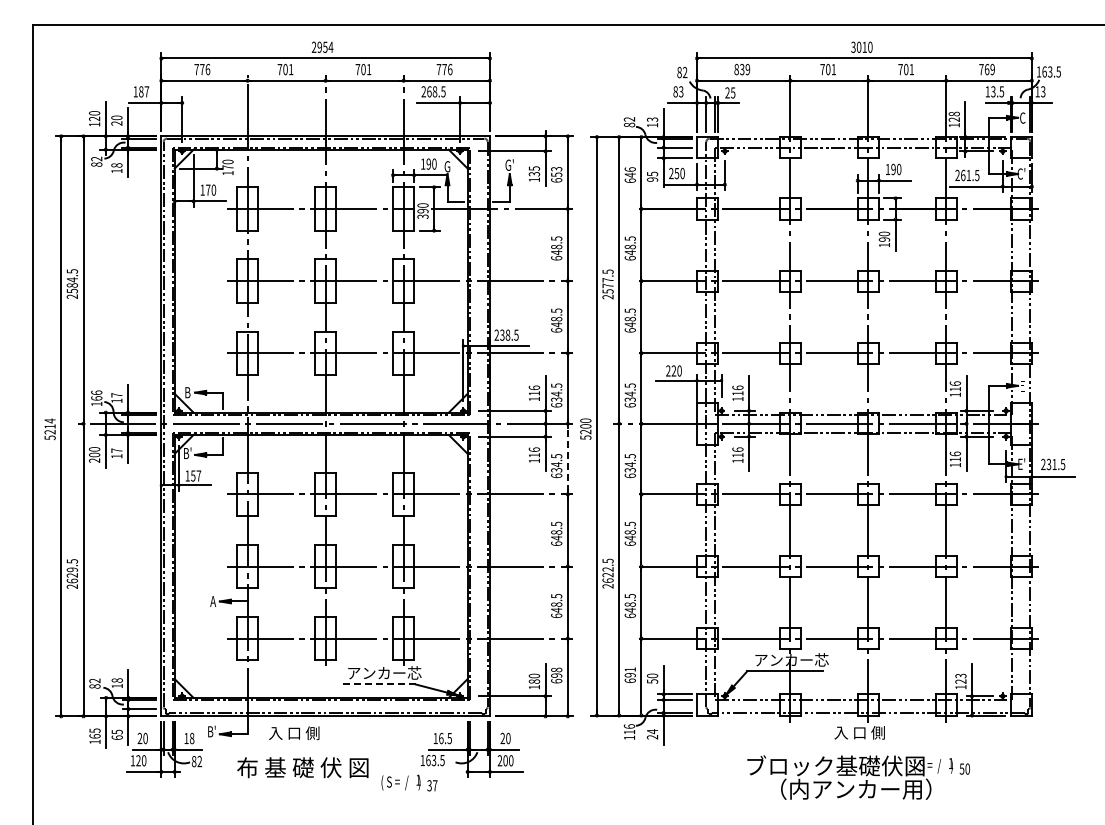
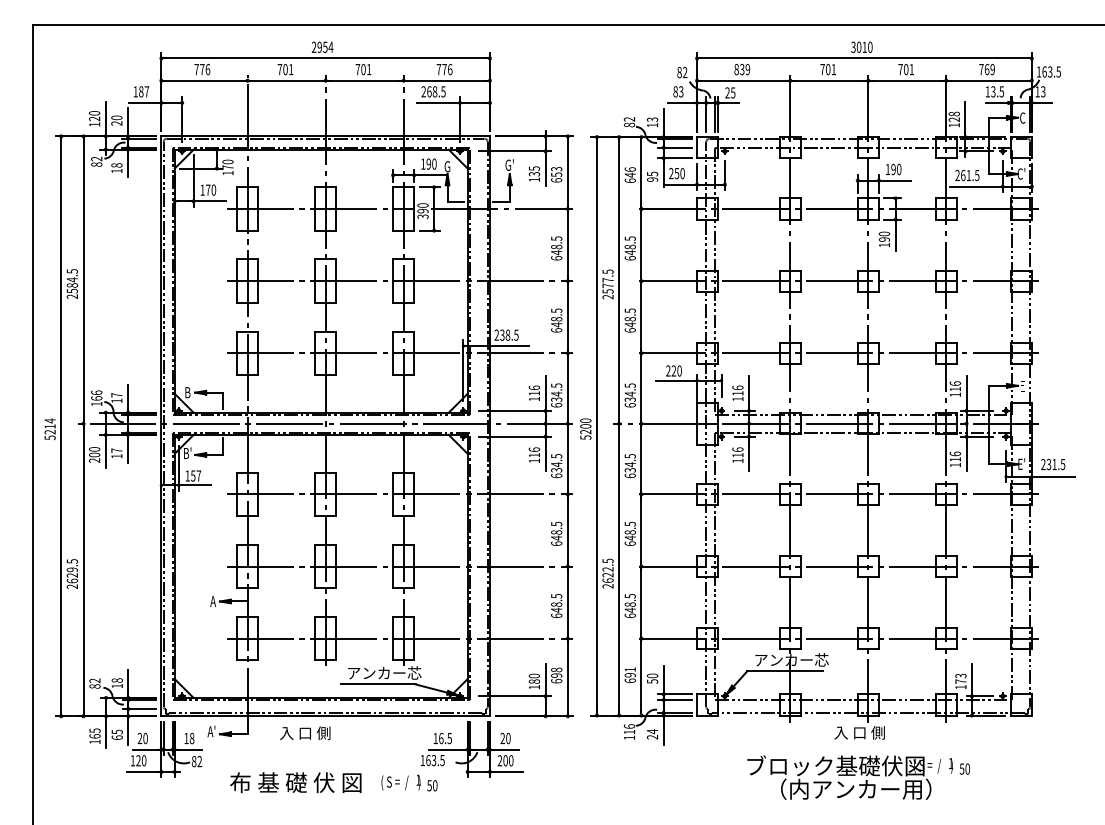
line at (567, 458): dashed -> solid
text at (960, 681): 123 -> 173
line at (377, 684): dashed -> solid
text at (211, 731): B' -> A'
text at (294, 733) position: (294, 733) -> (305, 733)
text at (302, 767) position: (302, 767) -> (295, 782)
text at (432, 785): 37 -> 50
